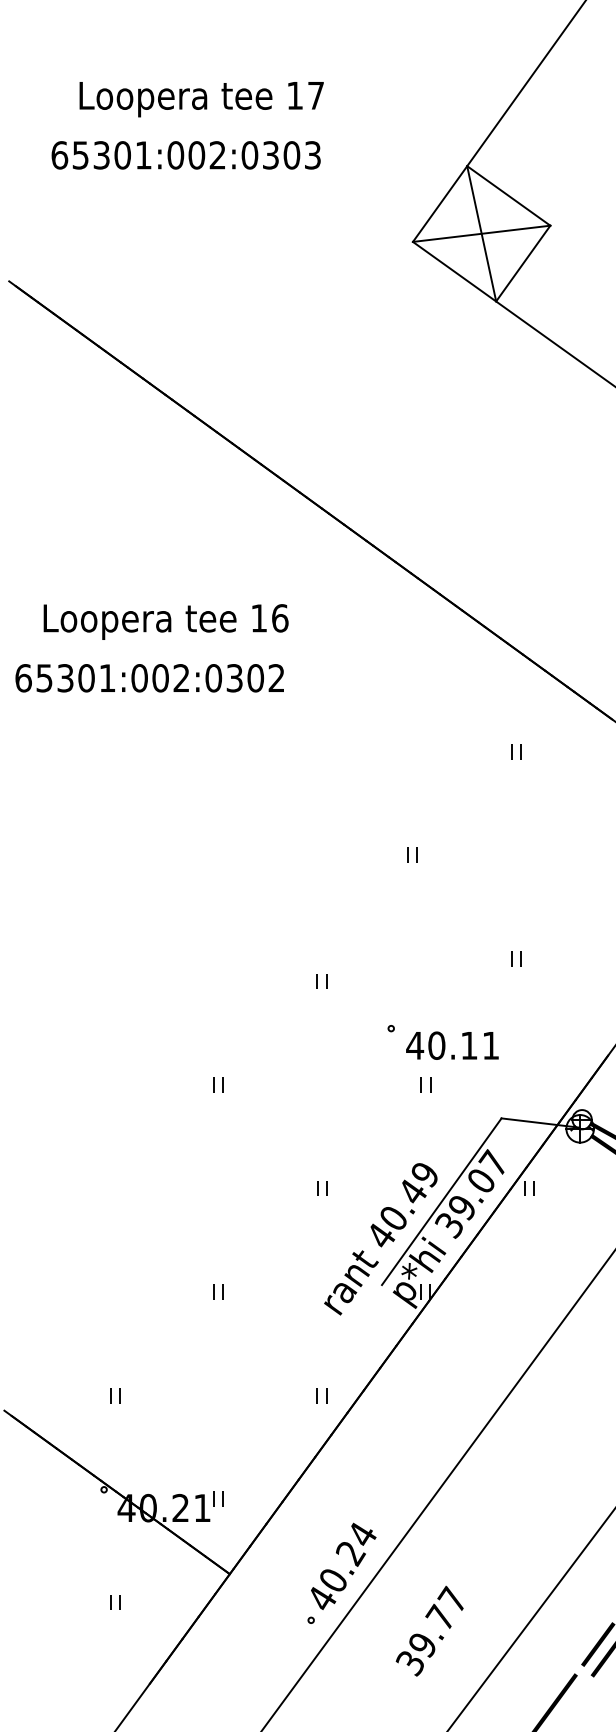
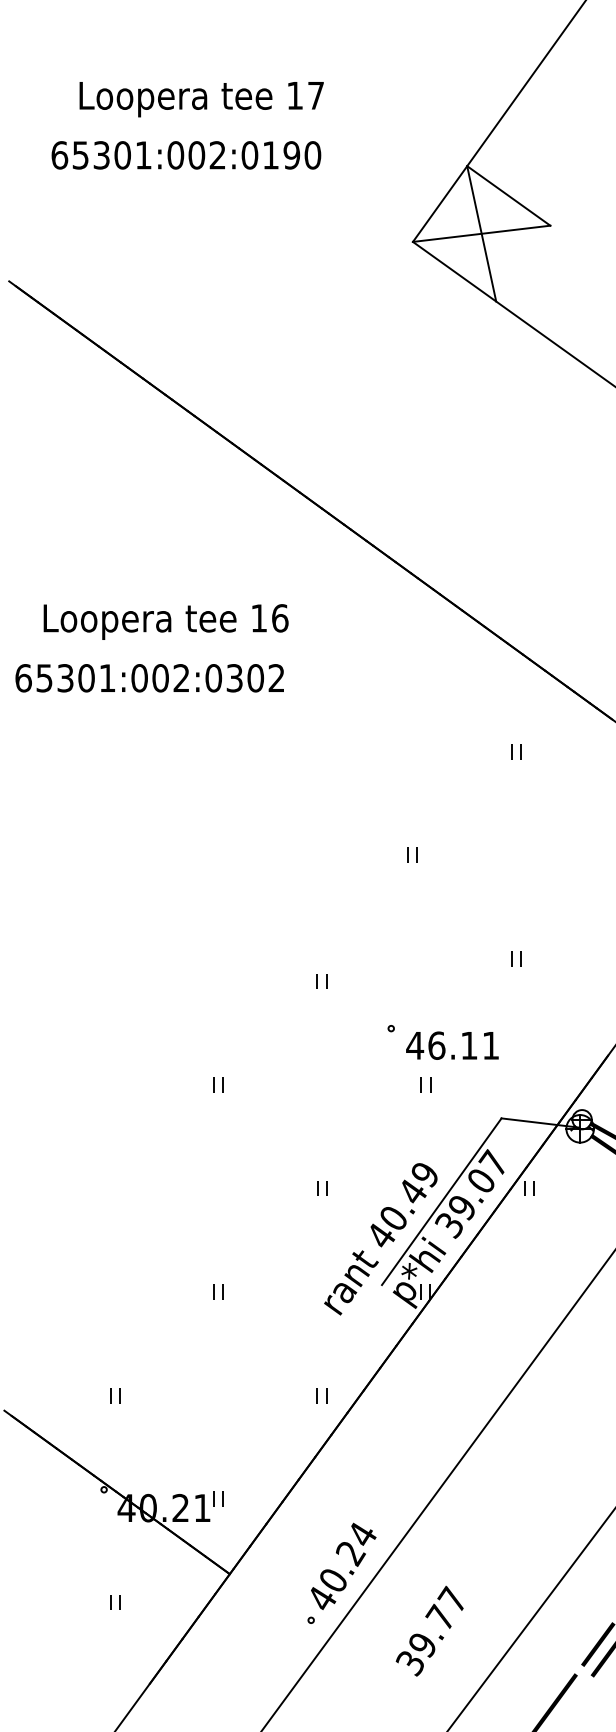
text at (292, 155): 65301:002:0303 -> 65301:002:0190
line at (523, 263): present -> none
text at (436, 1045): 40.11 -> 46.11
